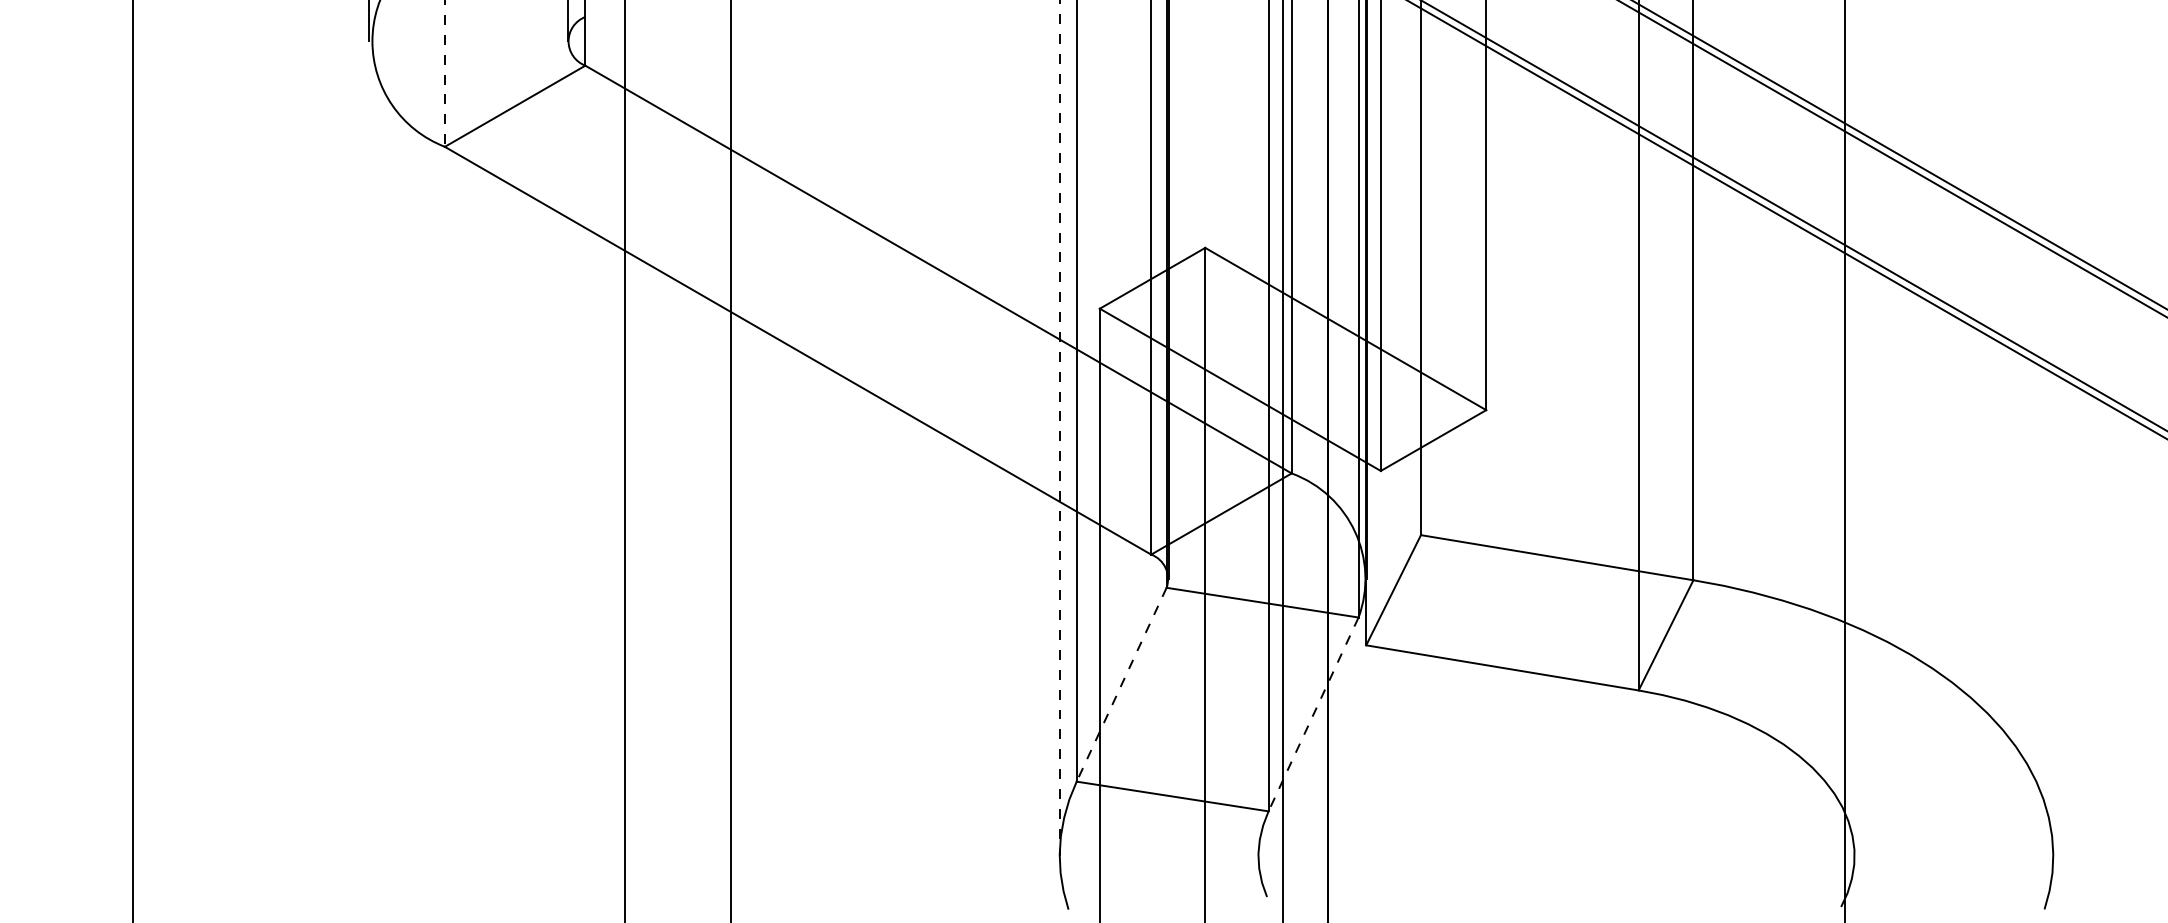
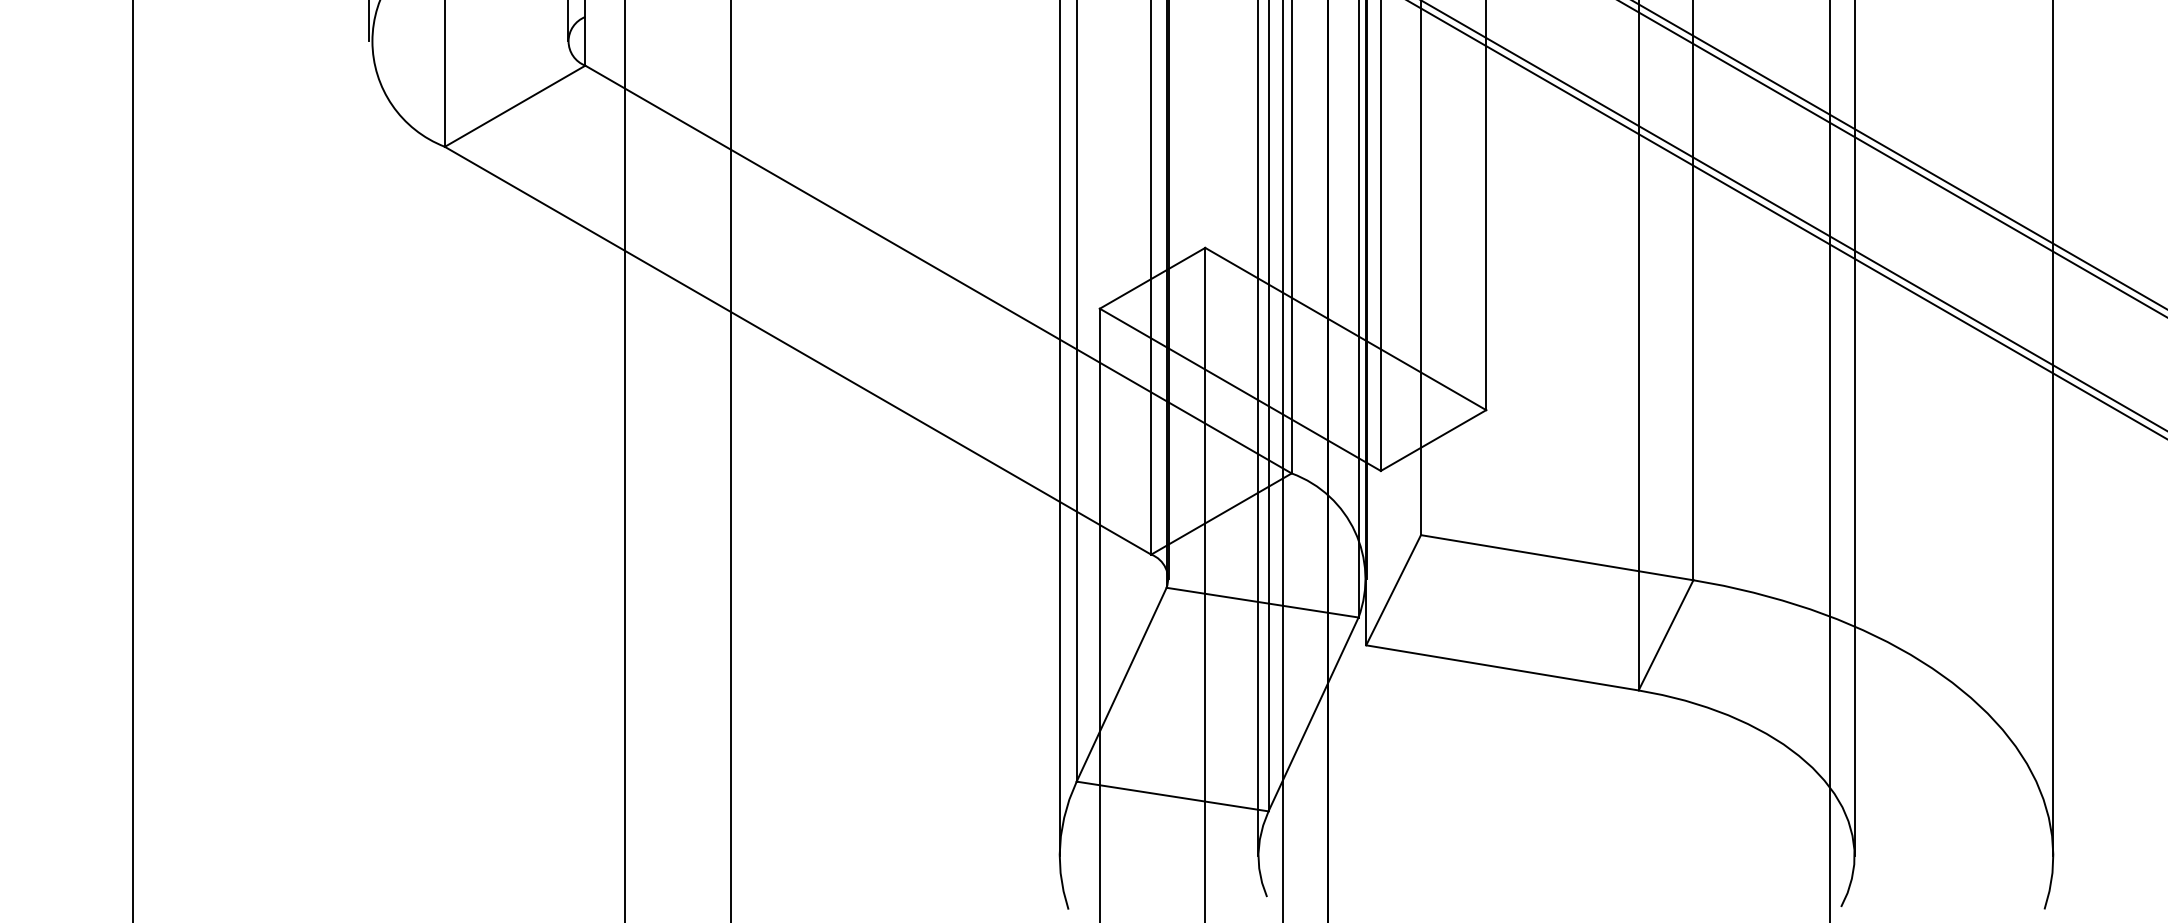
line at (444, 73): dashed -> solid
line at (1059, 427): dashed -> solid
line at (1258, 428): none -> present
line at (1854, 428): none -> present
line at (2053, 428): none -> present
line at (1844, 460) position: (1844, 460) -> (1829, 460)
line at (1121, 684): dashed -> solid
line at (1313, 714): dashed -> solid
